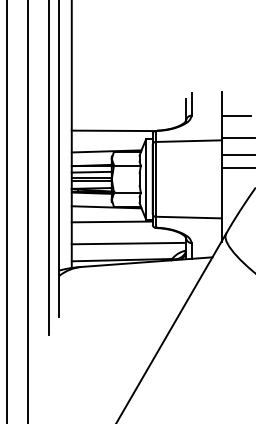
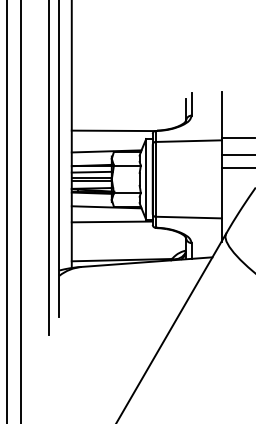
line at (236, 116): present -> none
line at (27, 211) position: (27, 211) -> (20, 211)
line at (128, 243): present -> none
